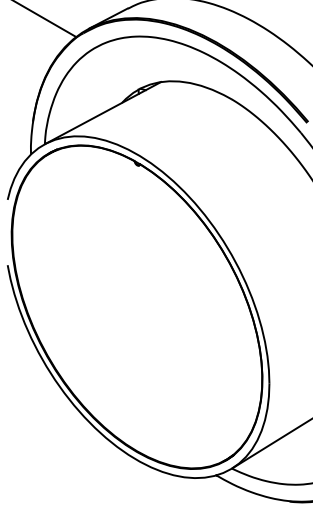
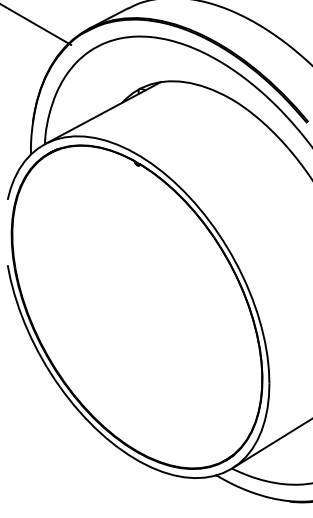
line at (46, 19) position: (46, 19) -> (36, 24)
